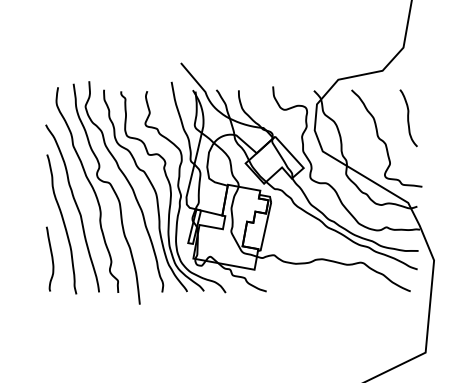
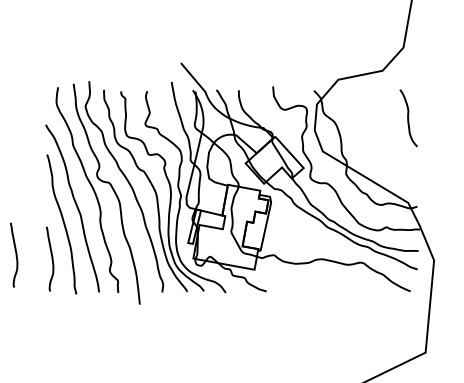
curve at (383, 140): present -> none
curve at (15, 254): none -> present
